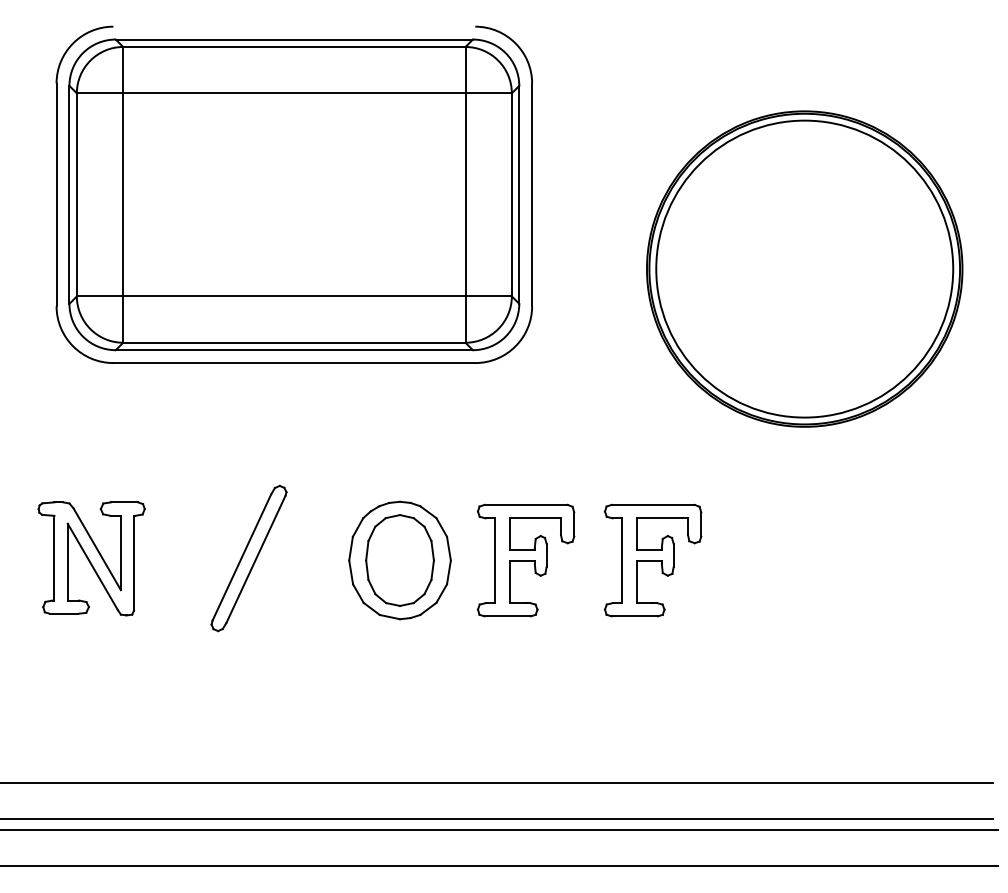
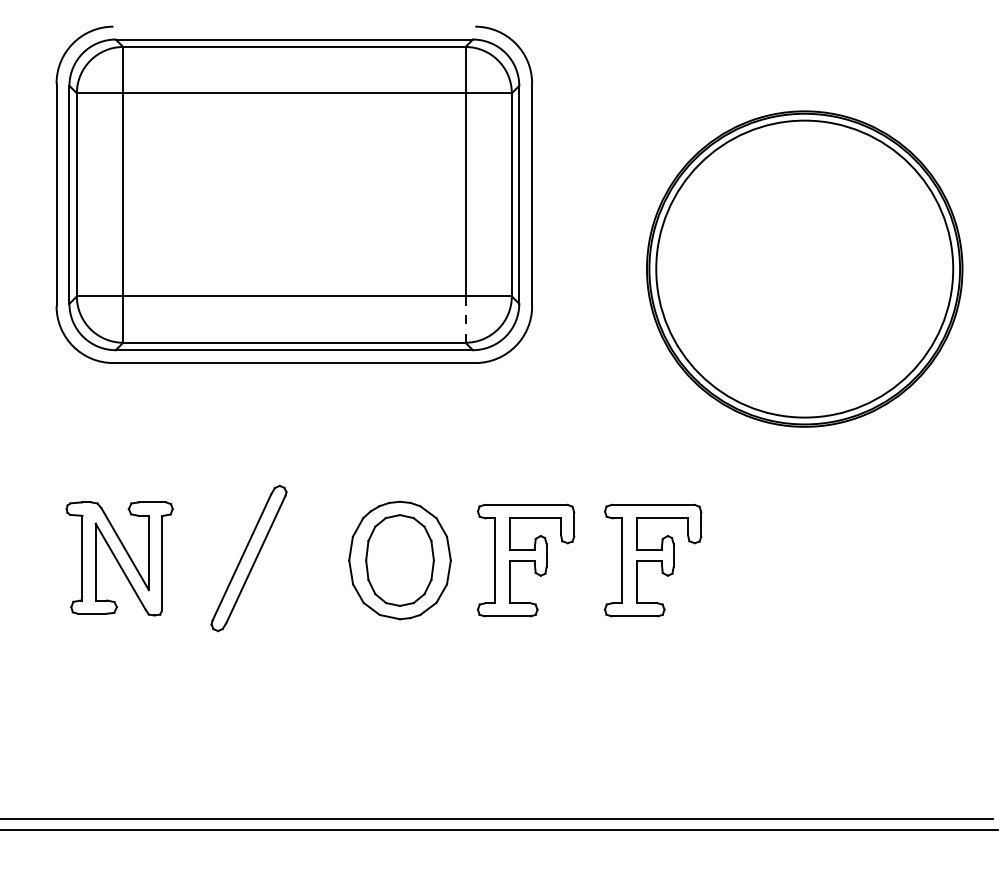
line at (465, 320): solid -> dashed
part at (91, 558) position: (91, 558) -> (119, 558)
line at (497, 782): present -> none
line at (499, 866): present -> none
